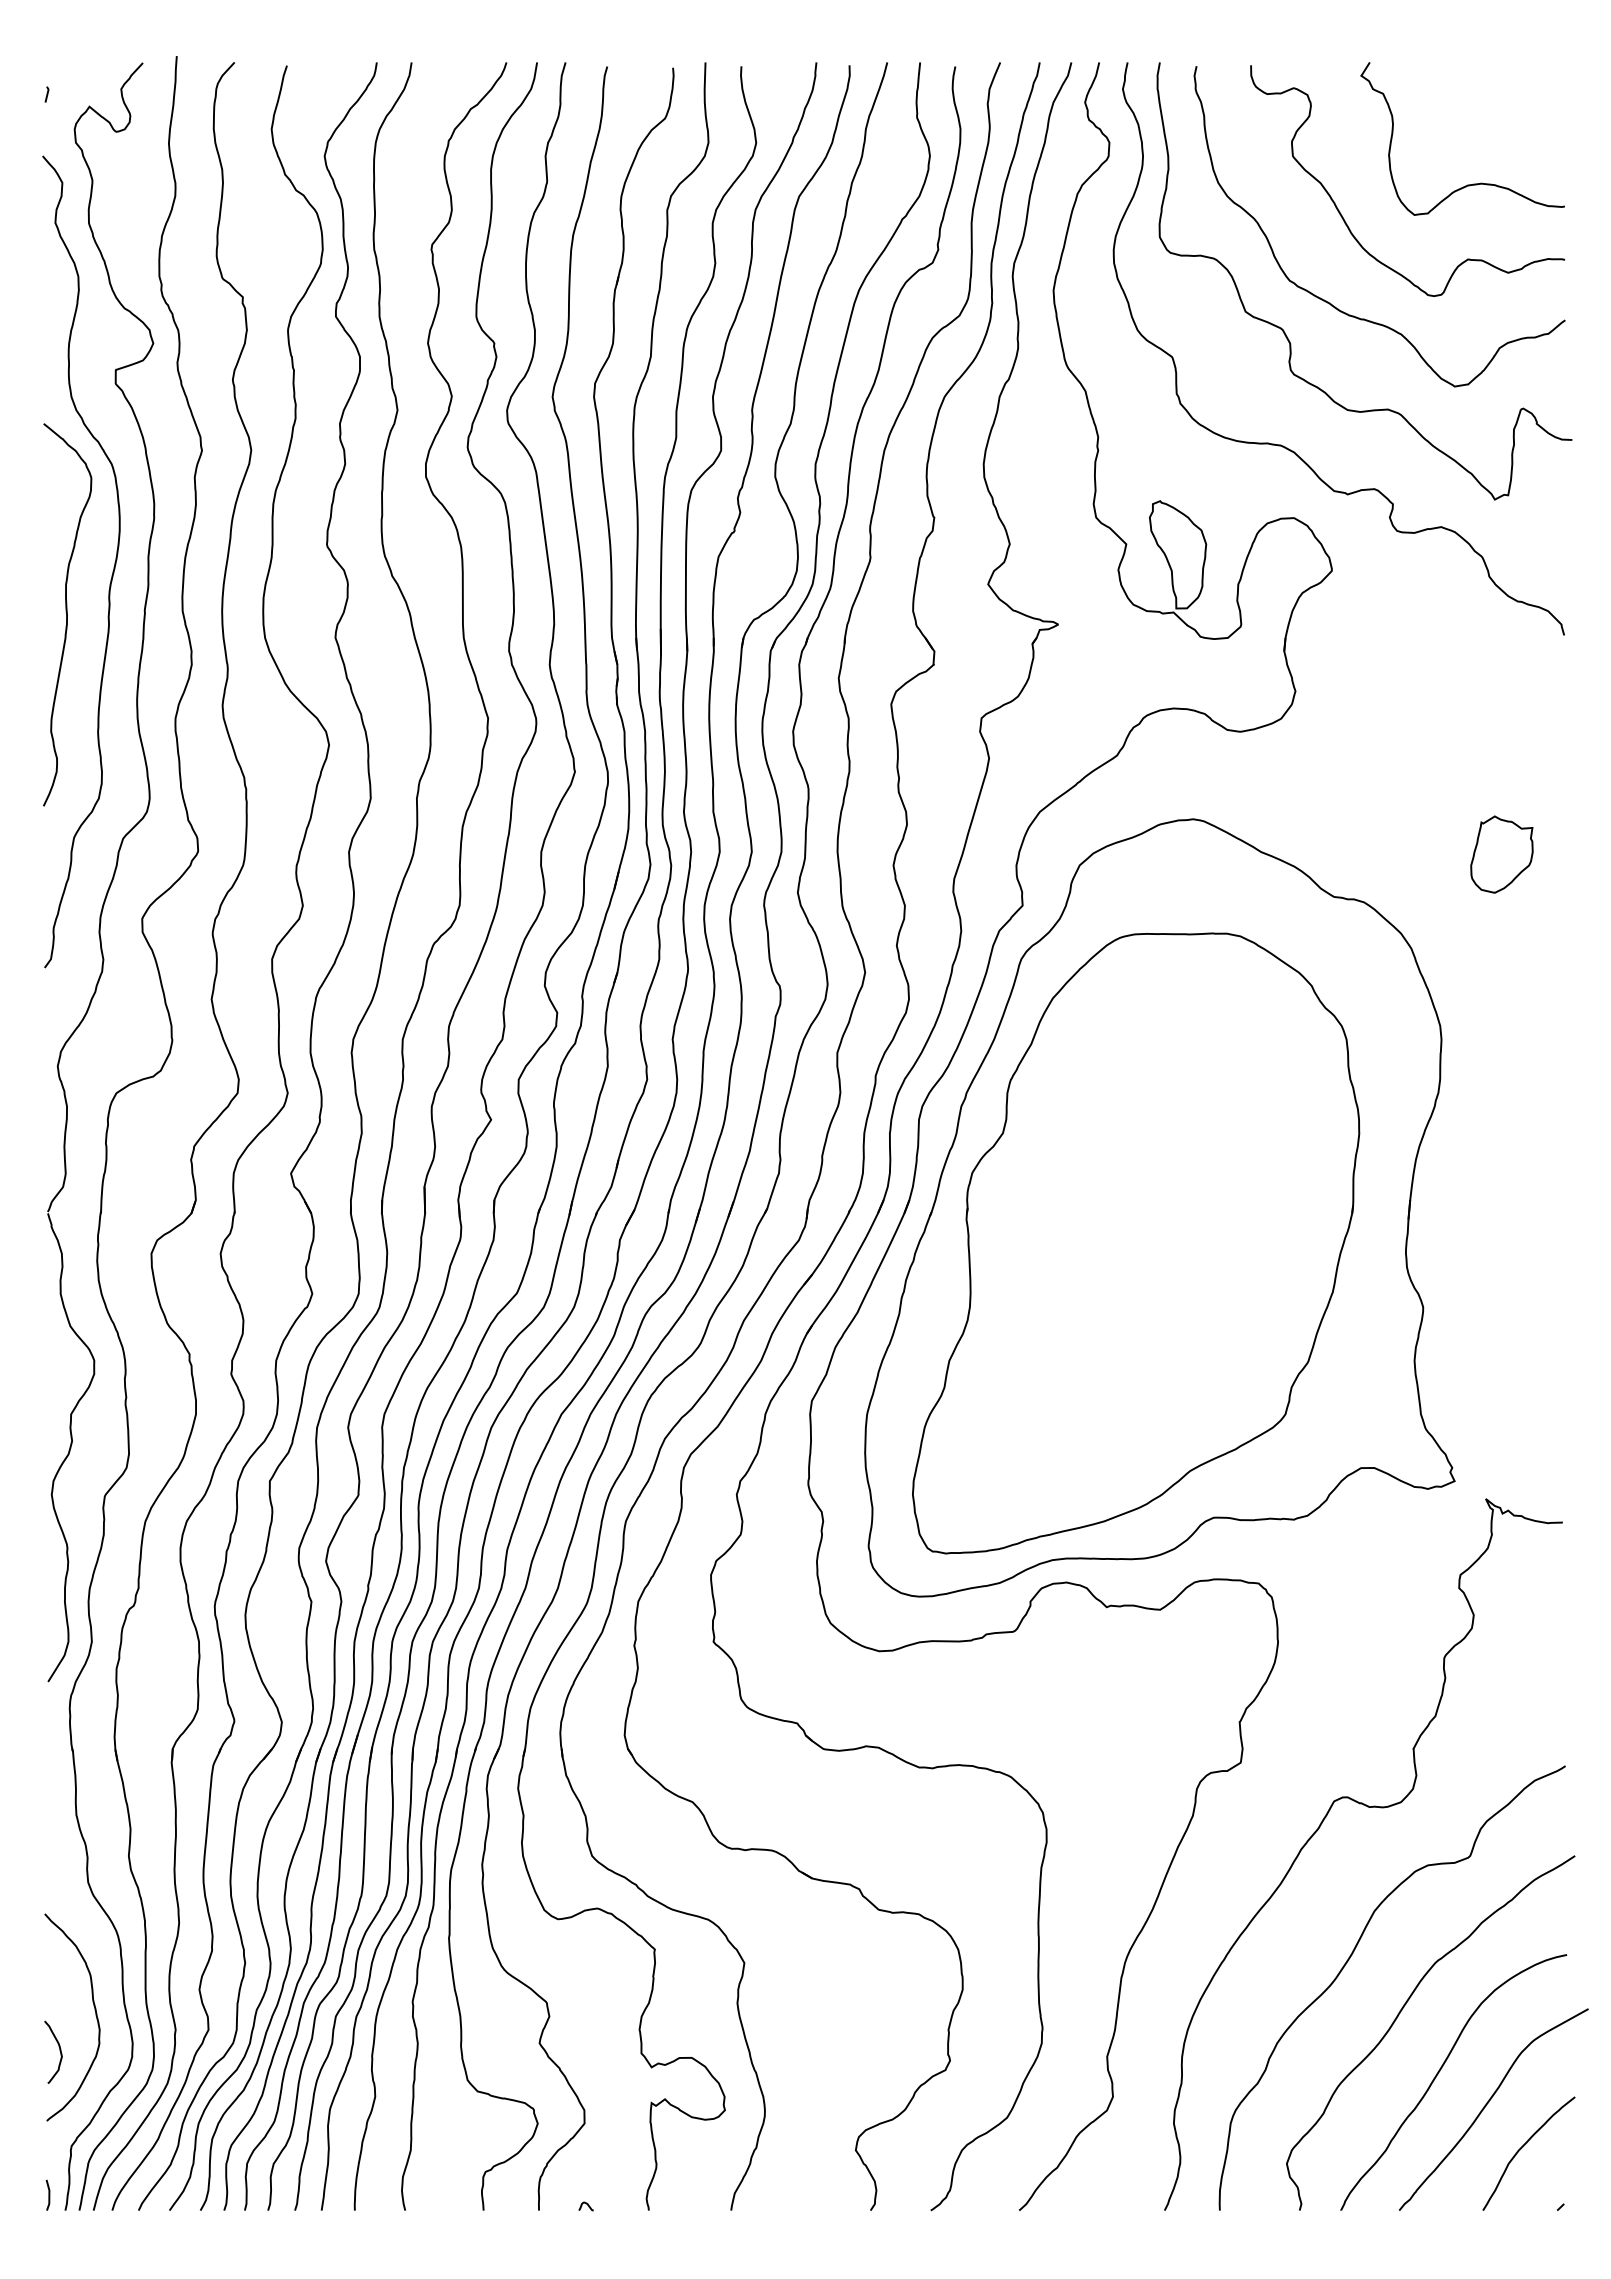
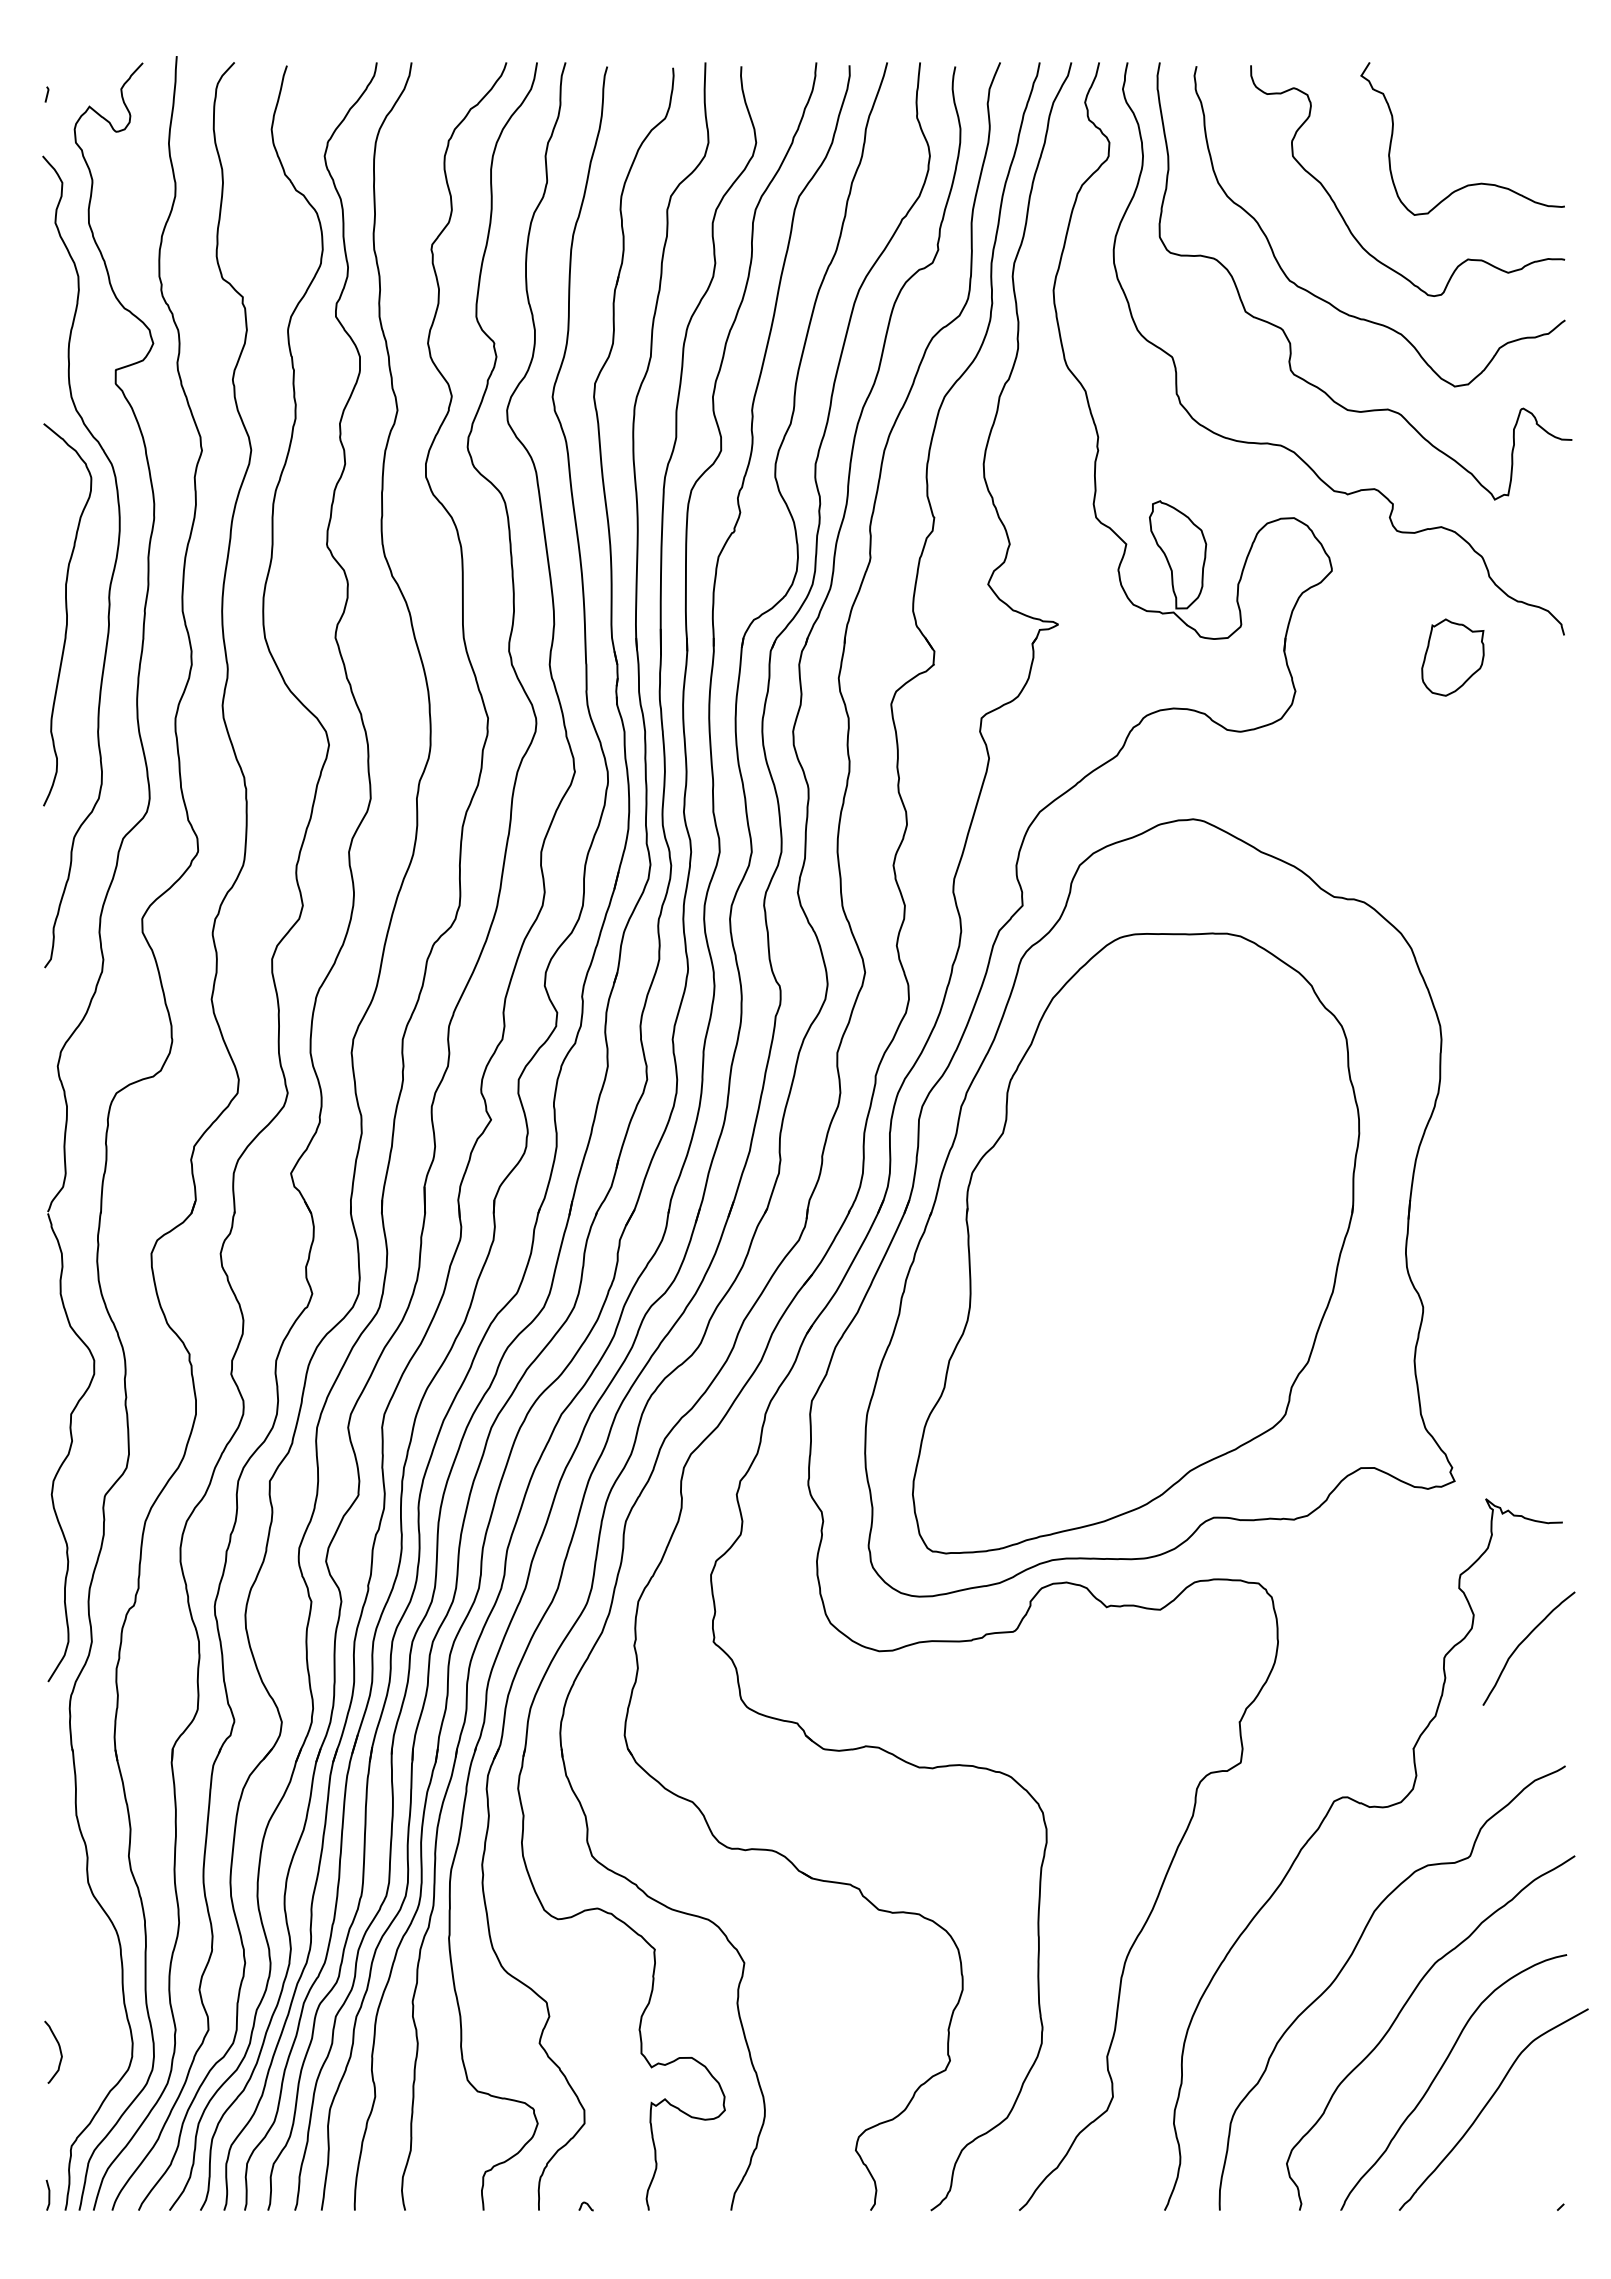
part at (1501, 854) position: (1501, 854) -> (1452, 657)
curve at (94, 2010): present -> none
curve at (1523, 2147) position: (1523, 2147) -> (1523, 1642)
